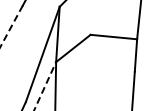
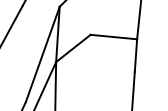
line at (11, 26): dashed -> solid
line at (45, 85): dashed -> solid
